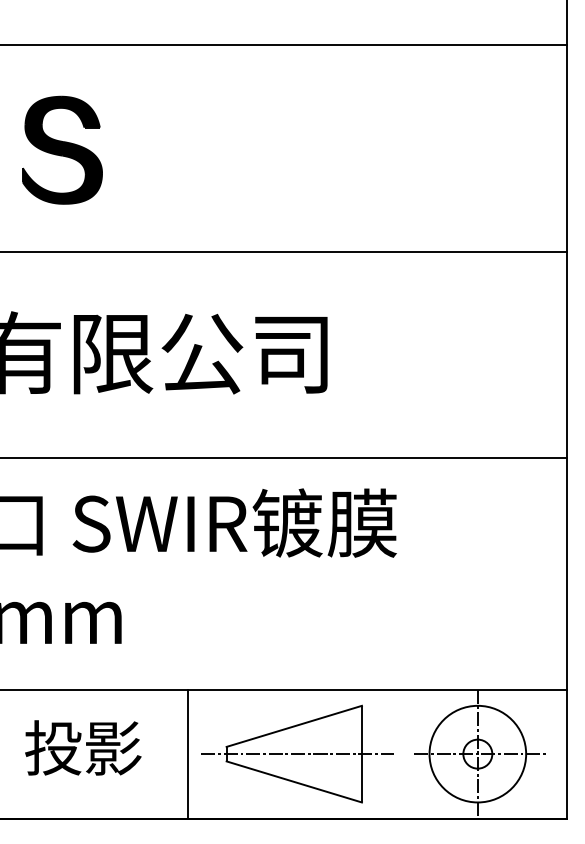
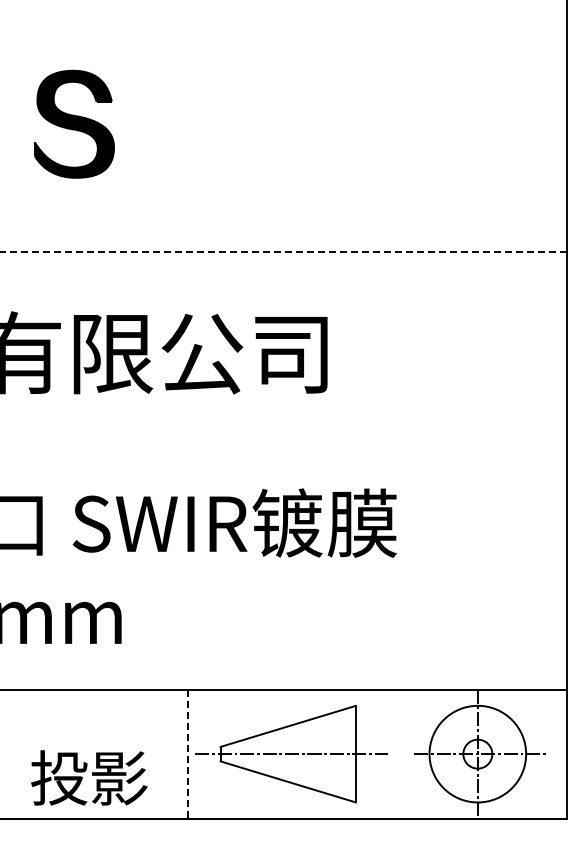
line at (284, 45): present -> none
part at (62, 149) position: (62, 149) -> (74, 123)
line at (284, 251): solid -> dashed
line at (284, 457): present -> none
text at (83, 747) position: (83, 747) -> (89, 777)
part at (297, 753) position: (297, 753) -> (291, 753)
line at (187, 754): solid -> dashed
